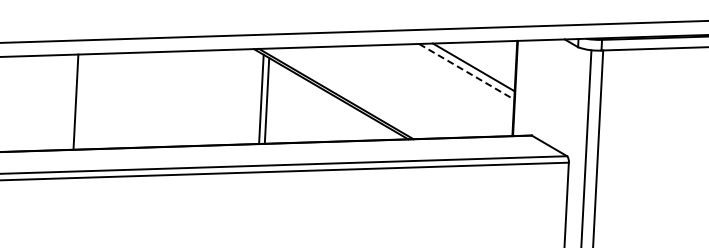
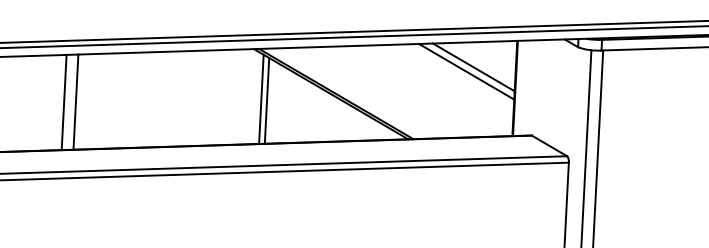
line at (353, 37): none -> present
line at (467, 72): dashed -> solid
line at (63, 102): none -> present
